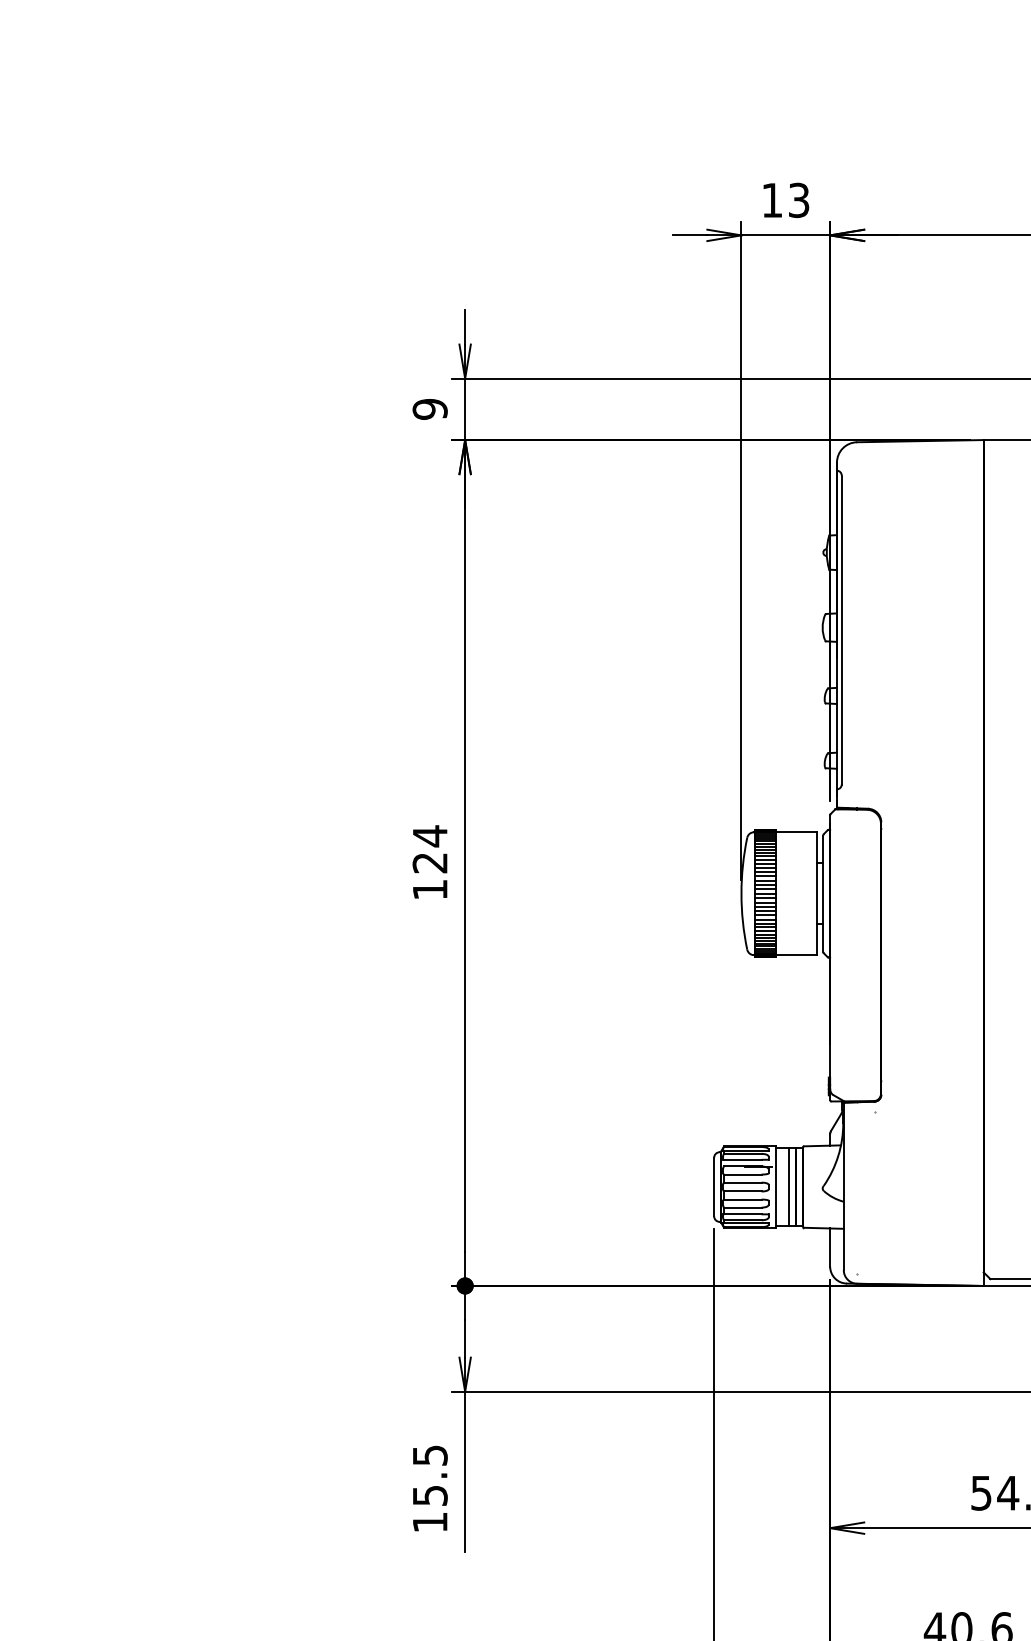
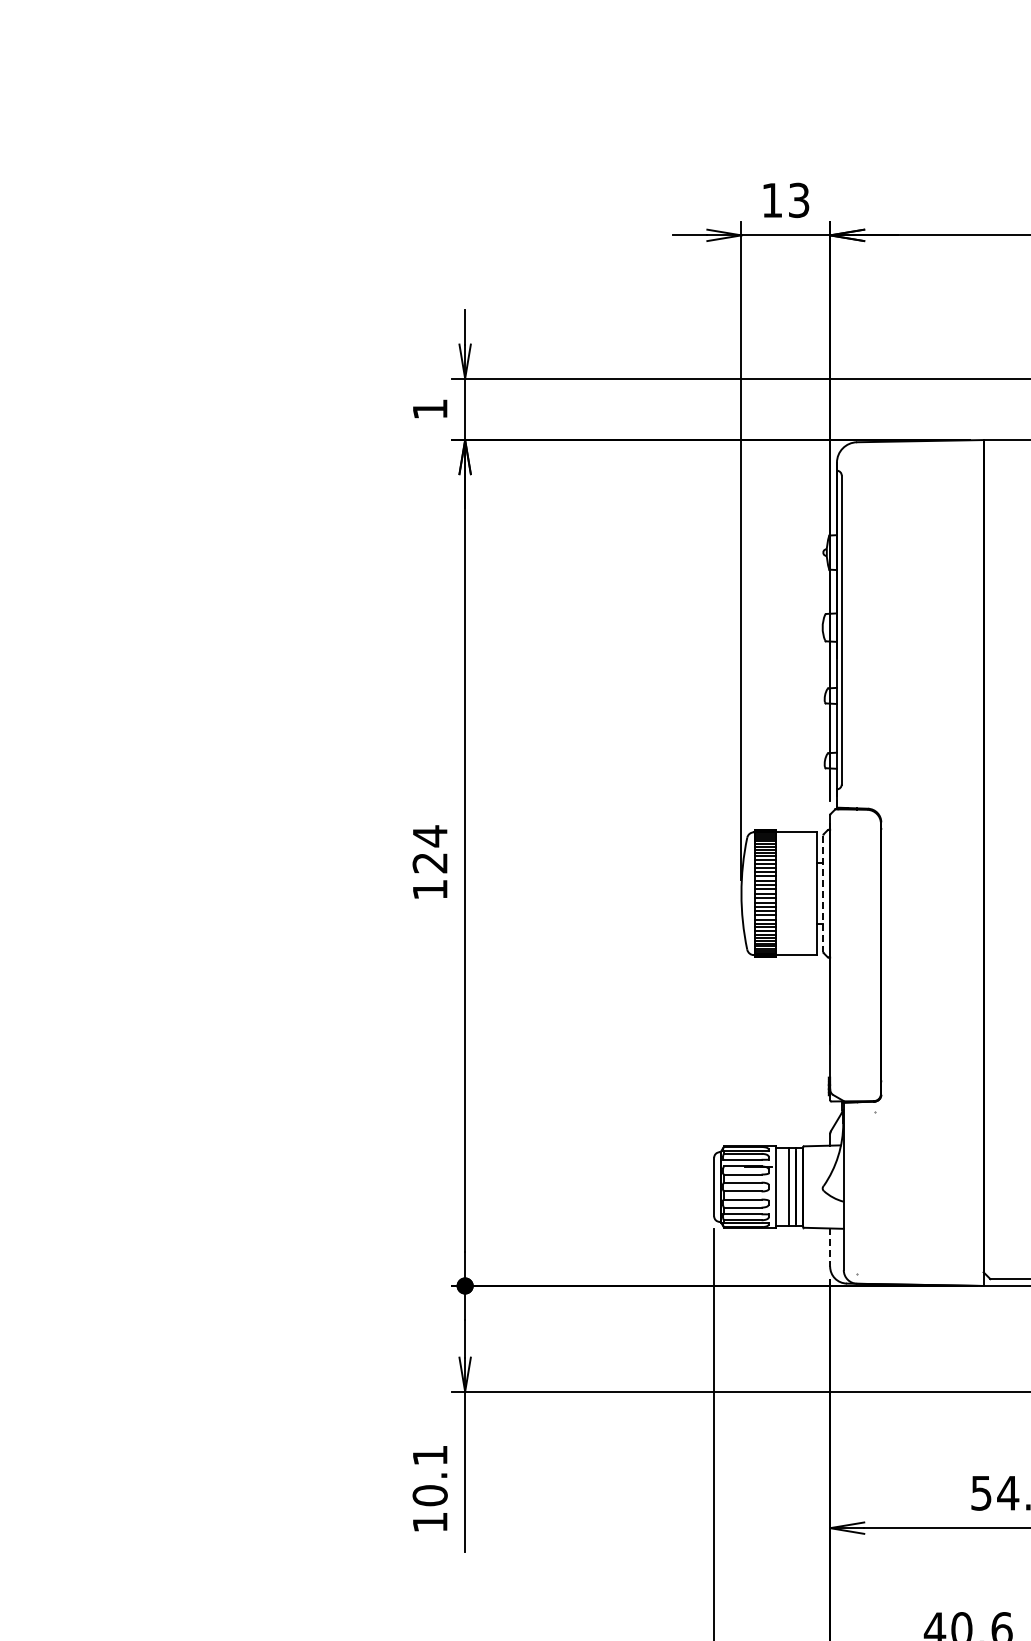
text at (429, 409): 9 -> 1
line at (823, 894): solid -> dashed
line at (830, 1248): solid -> dashed
text at (429, 1475): 15.5 -> 10.1
